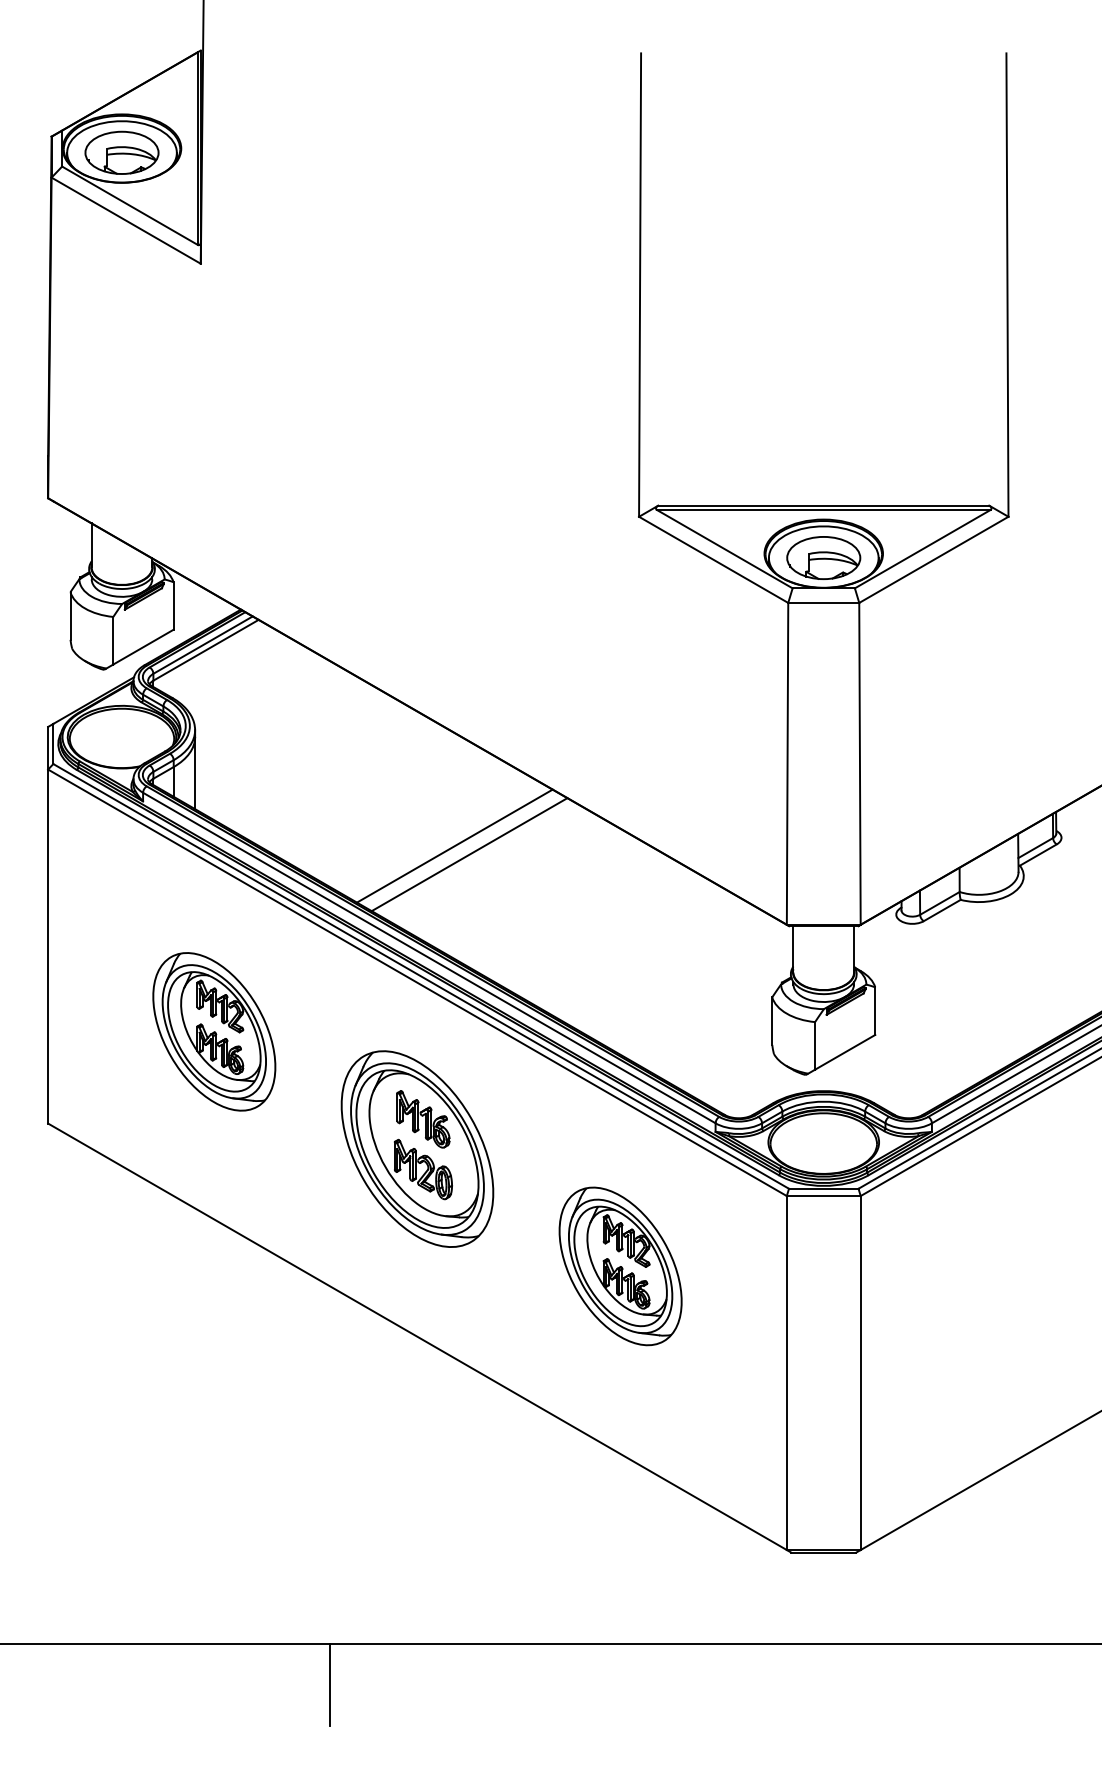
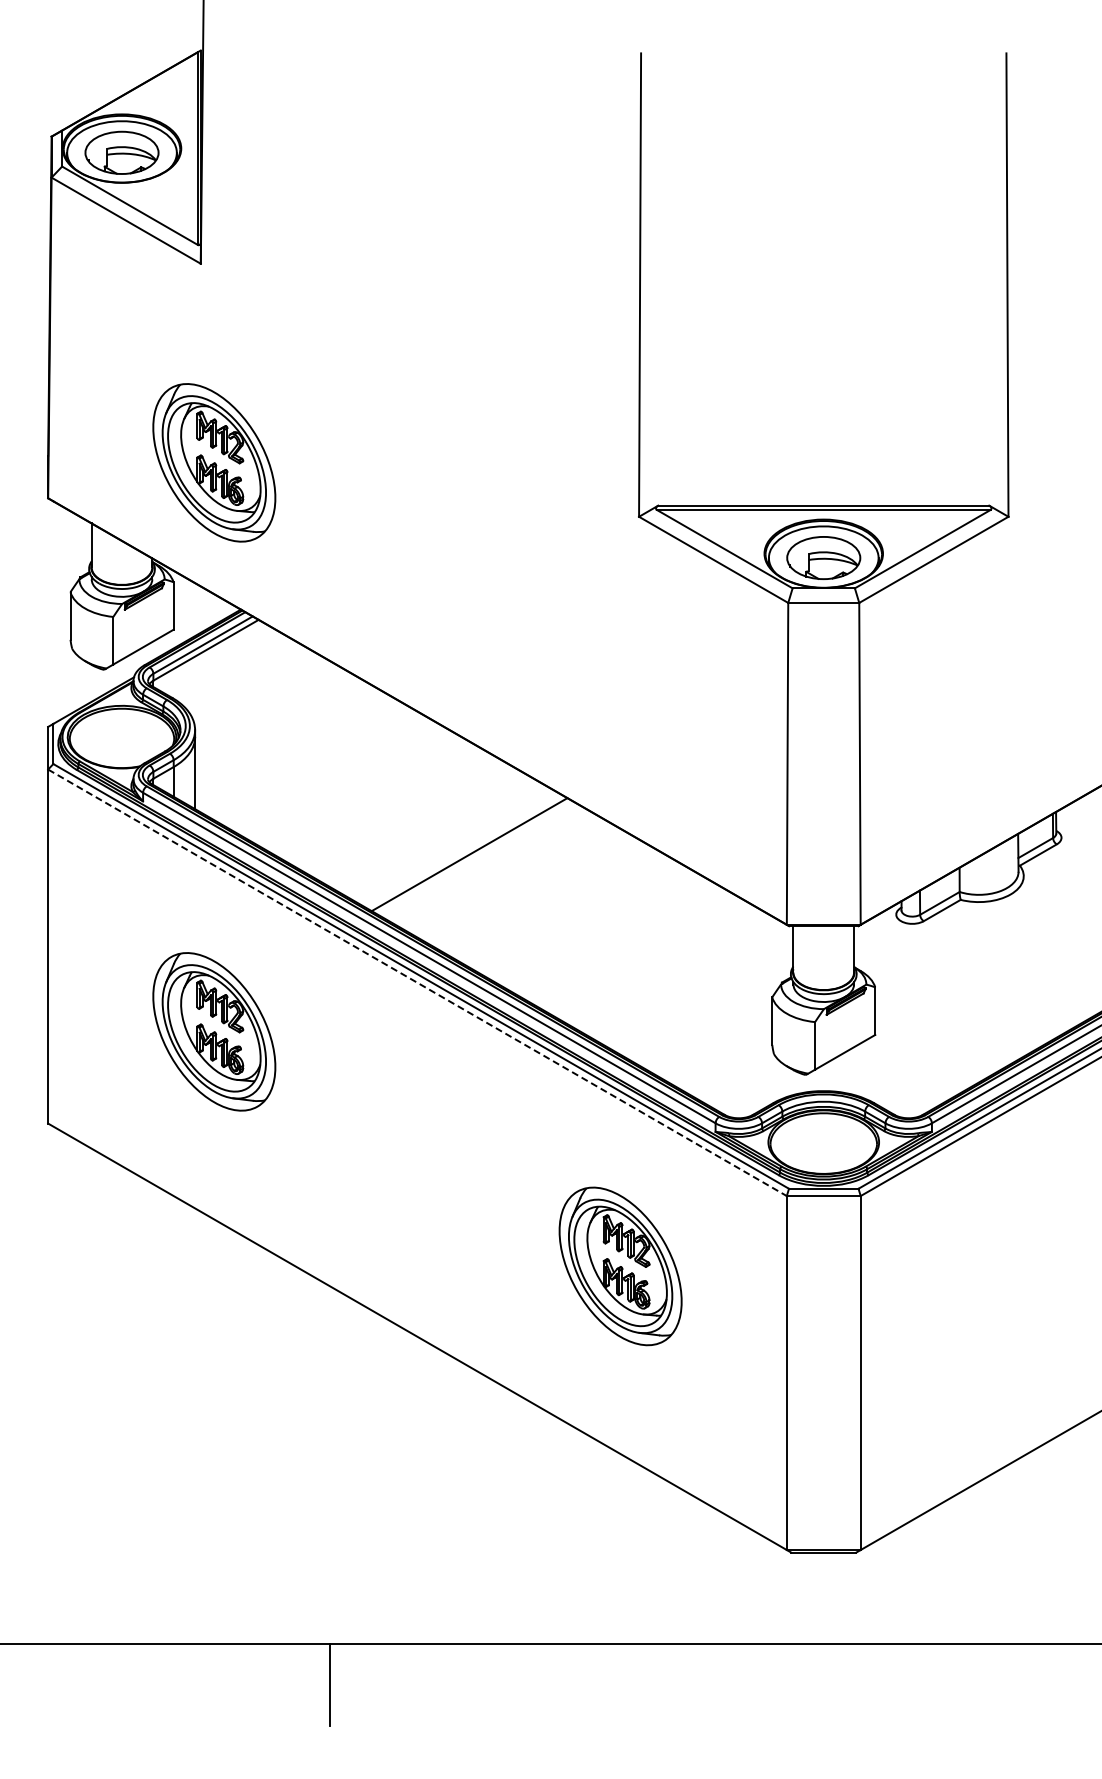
part at (214, 462): none -> present
line at (454, 845): present -> none
line at (417, 983): solid -> dashed
part at (417, 1148): present -> none
